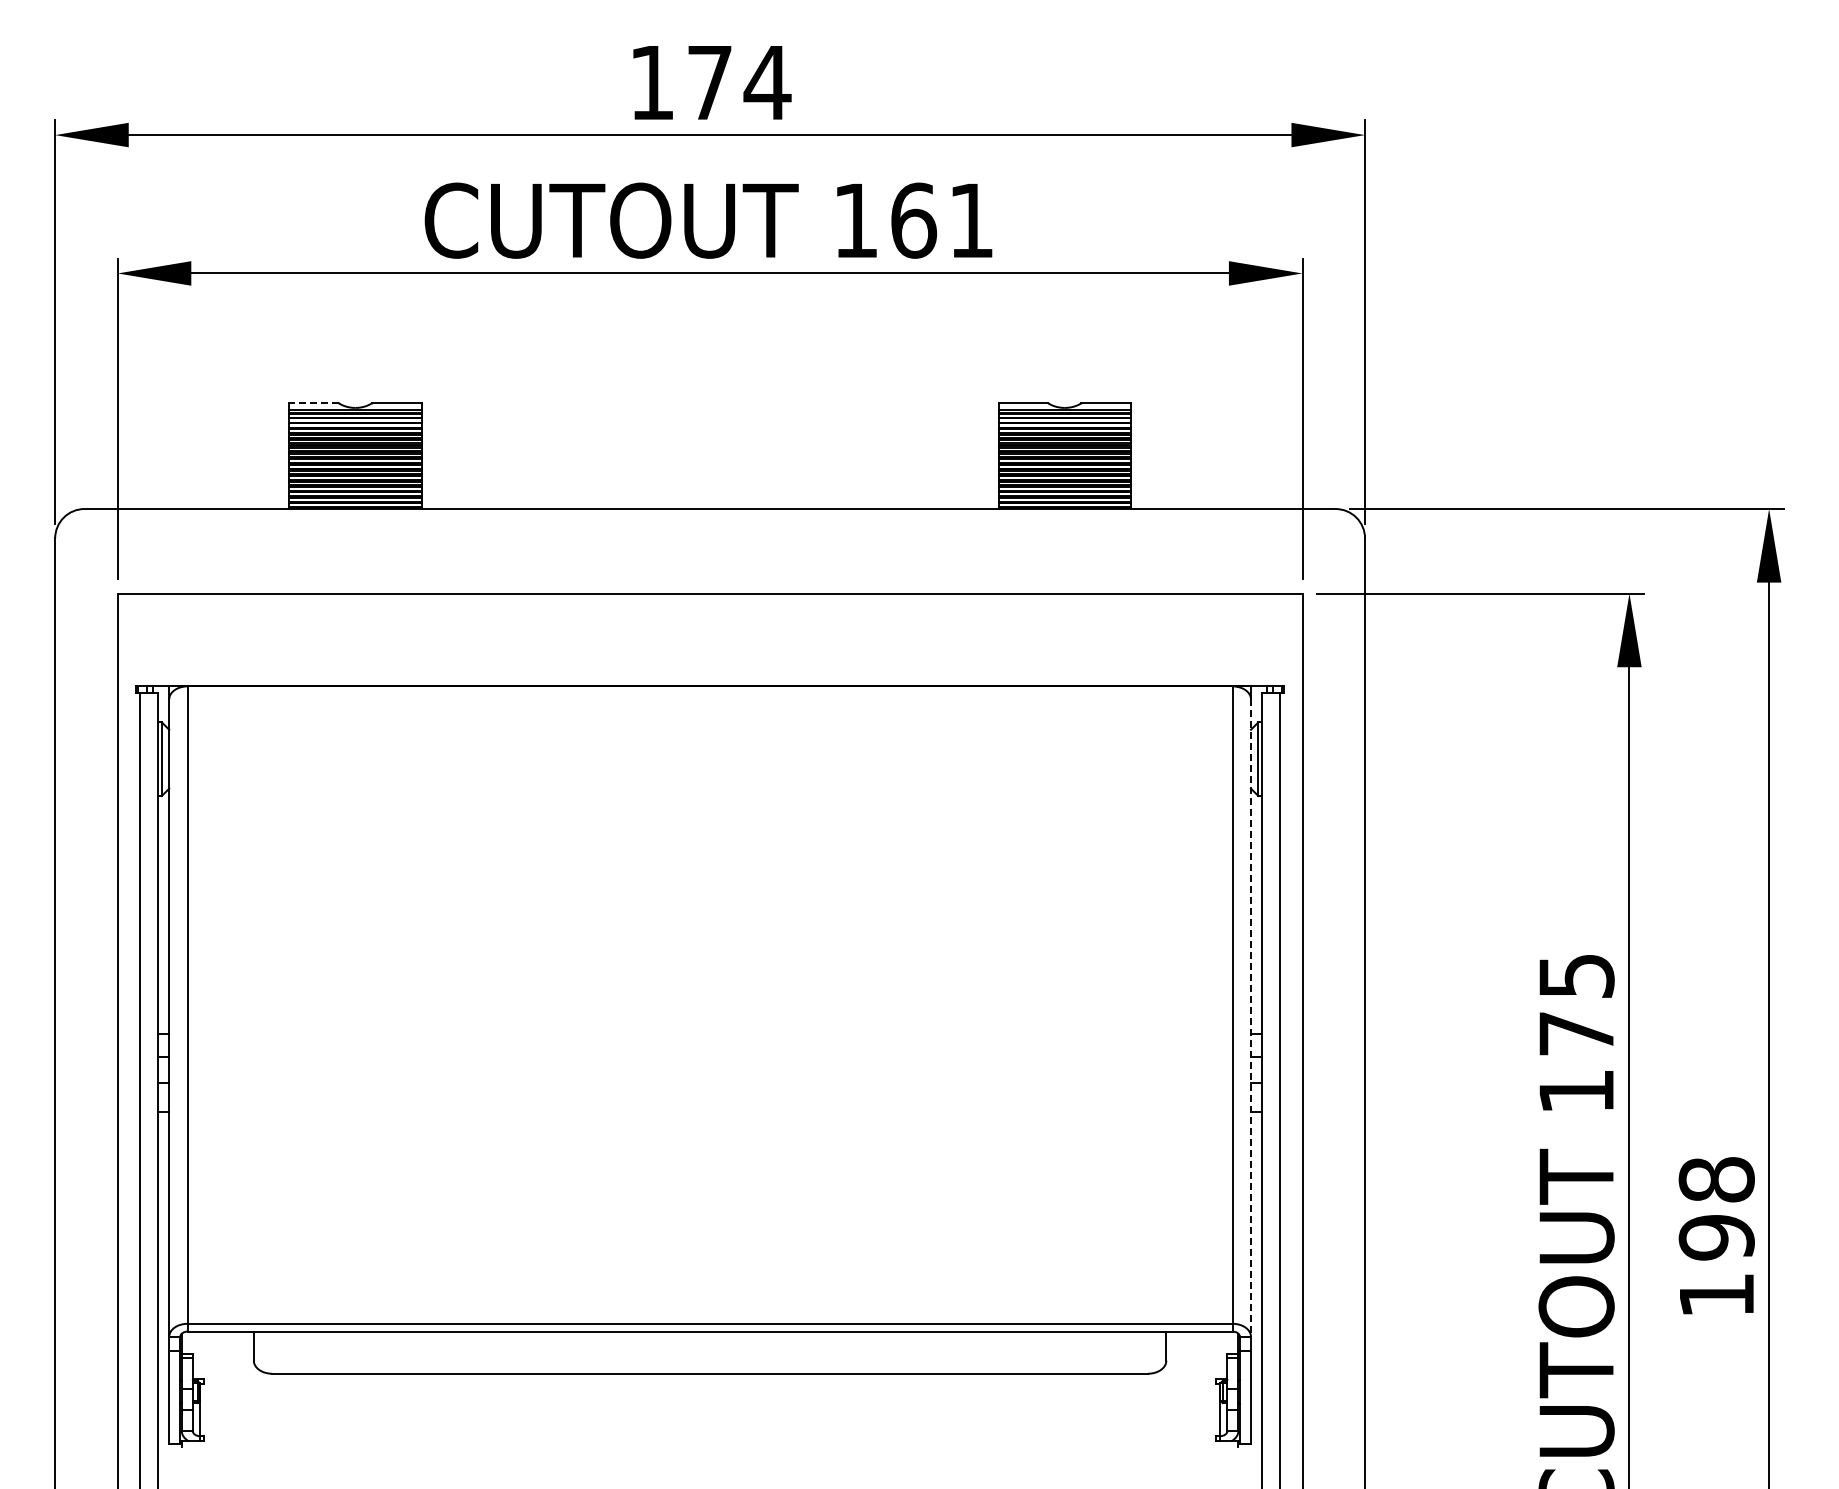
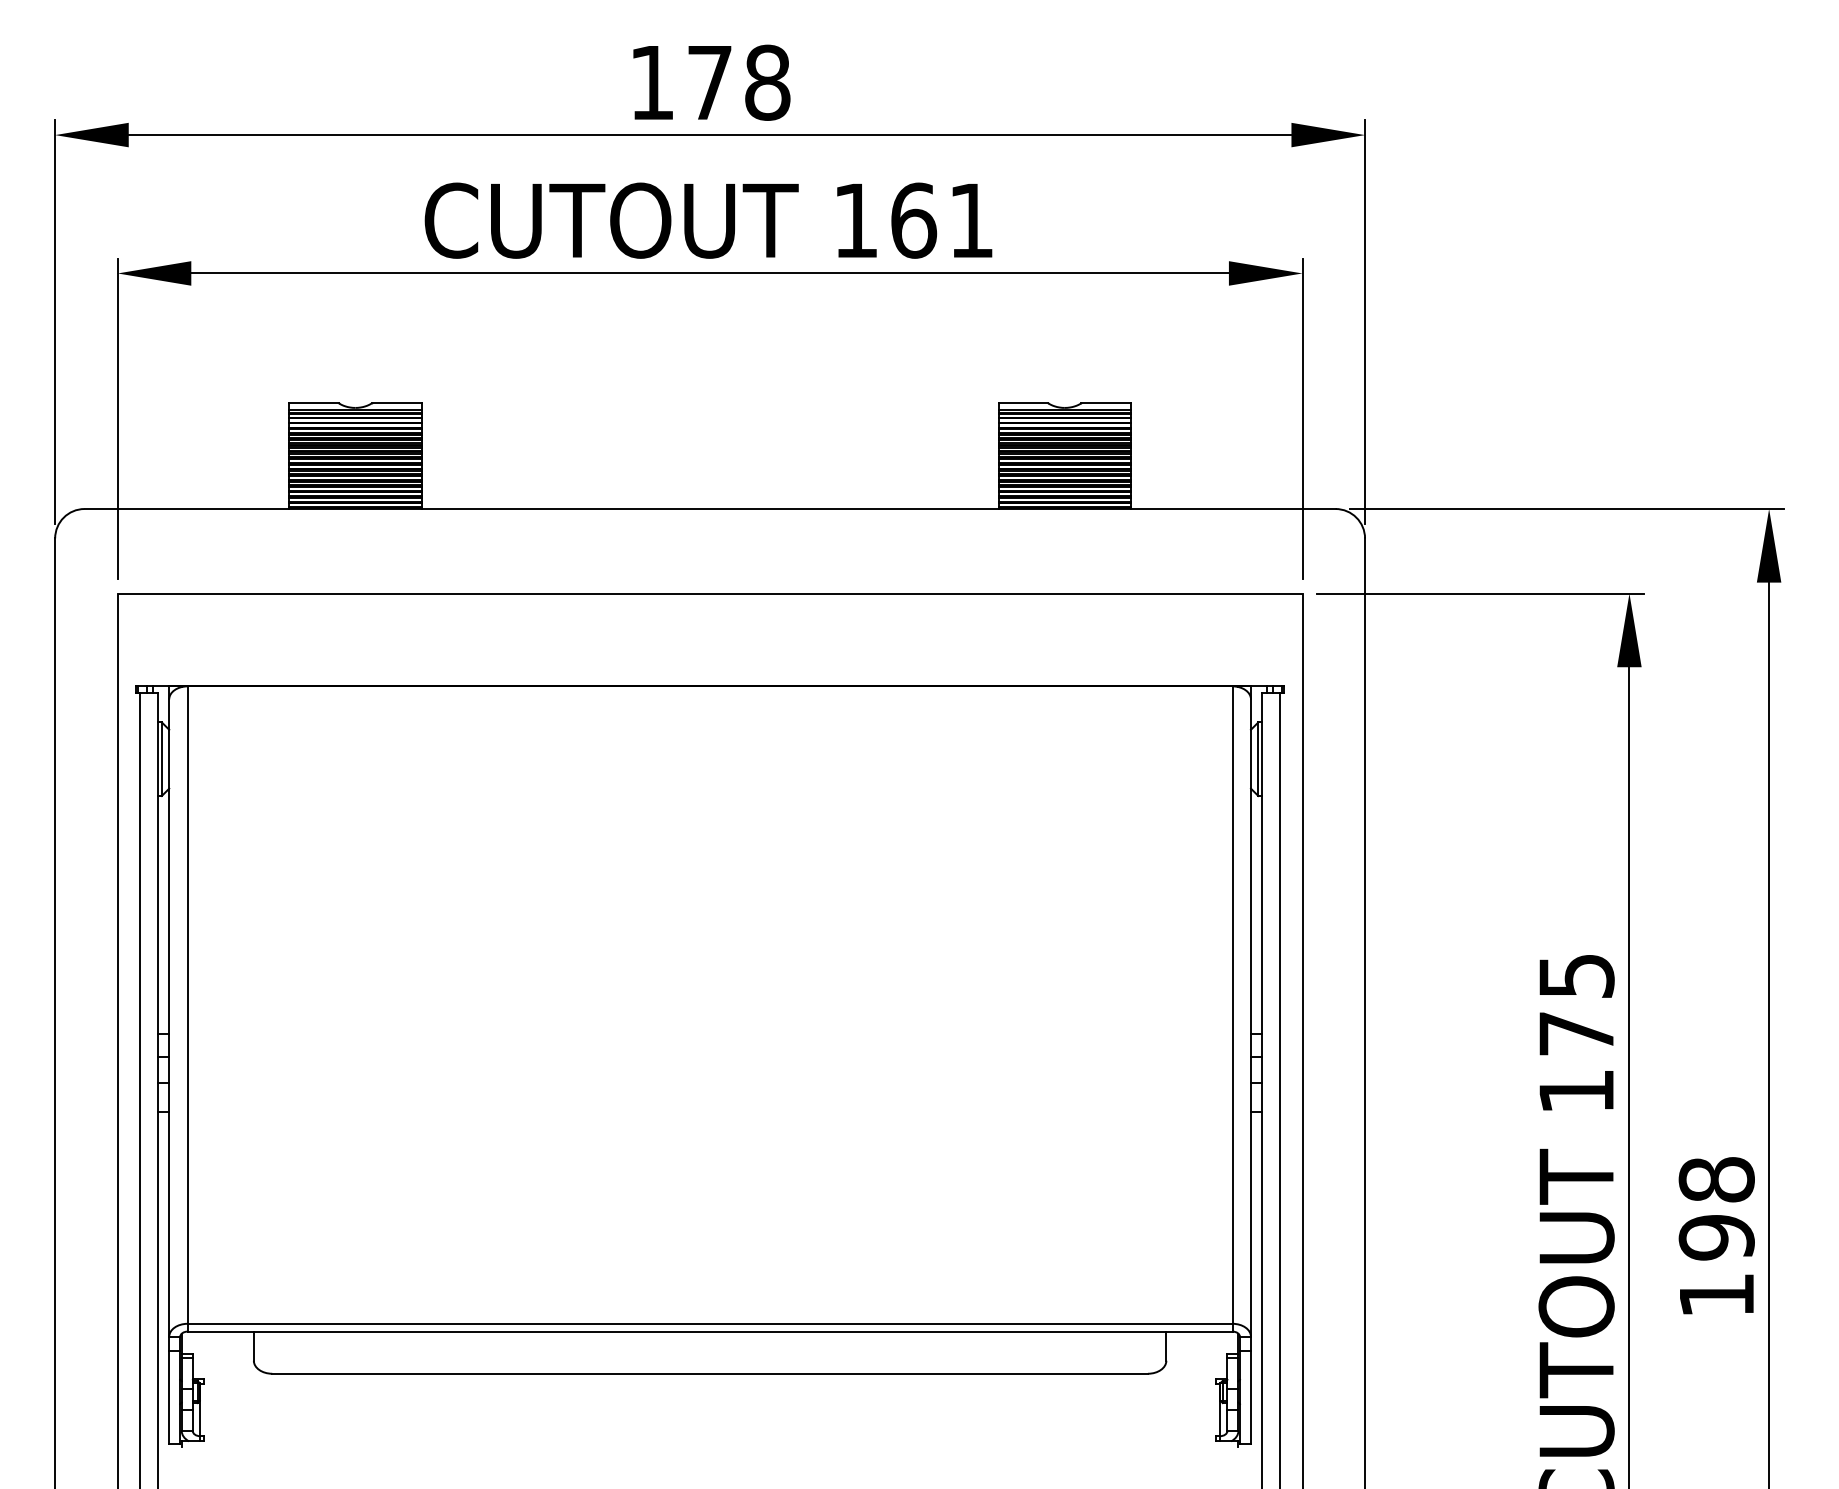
text at (767, 82): 174 -> 178
line at (314, 403): dashed -> solid
line at (1250, 1018): dashed -> solid
